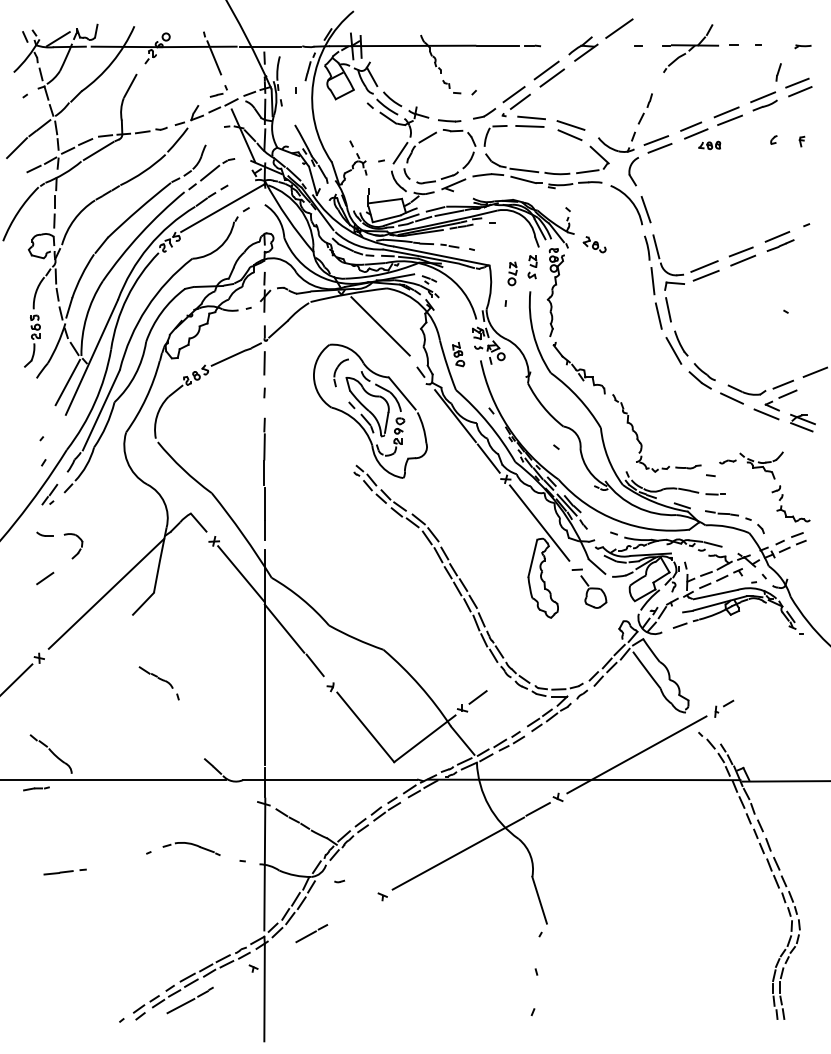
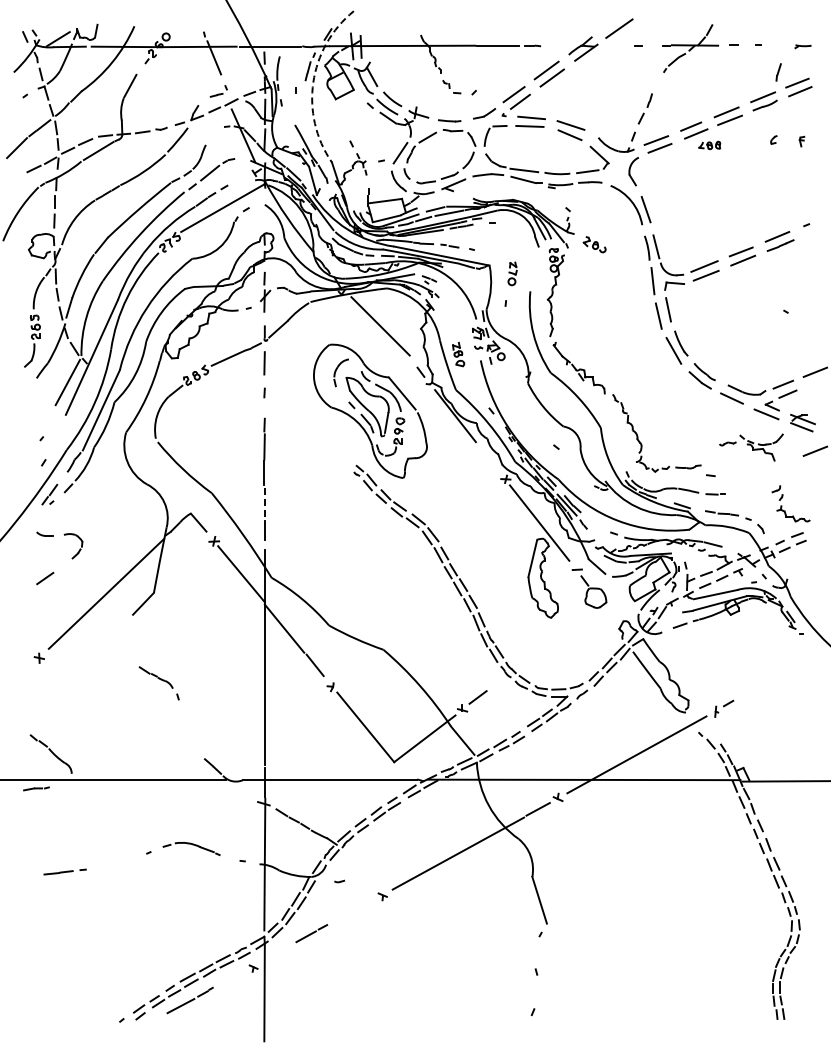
arc at (313, 82): solid -> dashed
part at (532, 267): present -> none
line at (814, 450): none -> present
line at (488, 458): present -> none
part at (751, 465) position: (751, 465) -> (751, 447)
line at (264, 504): solid -> dashed
line at (17, 678): present -> none
